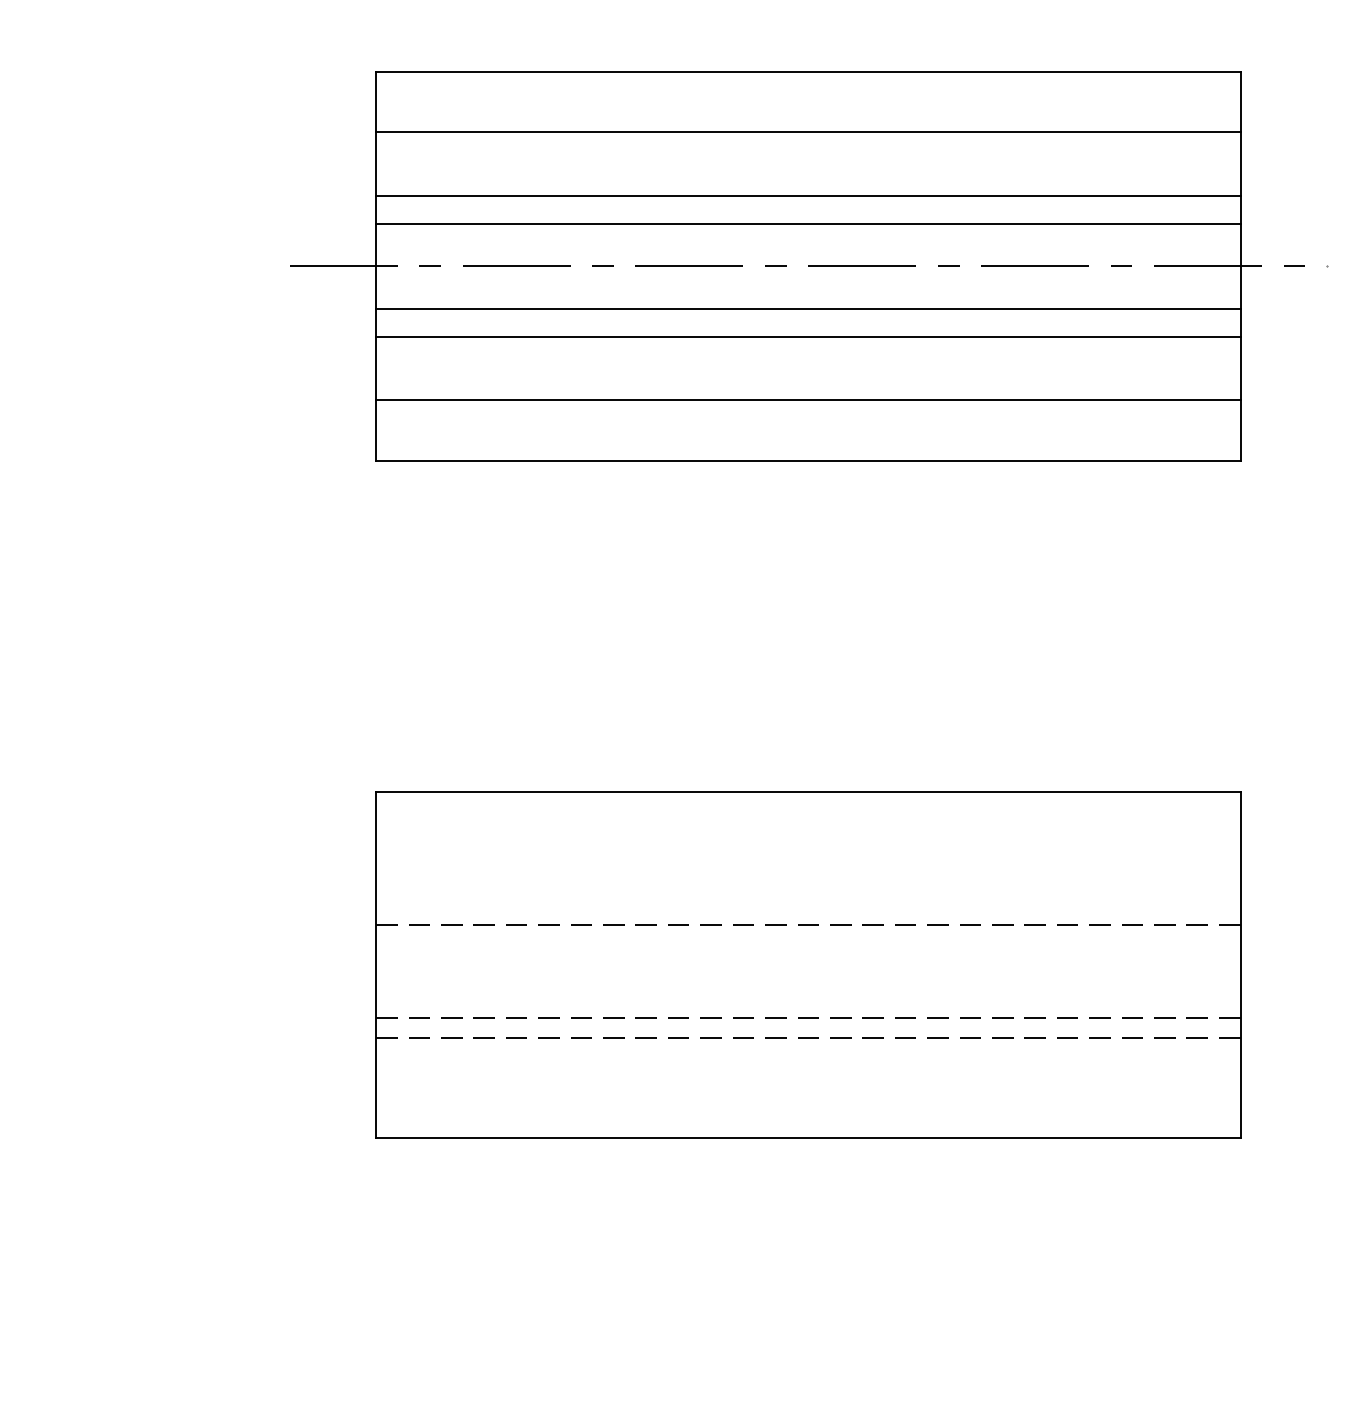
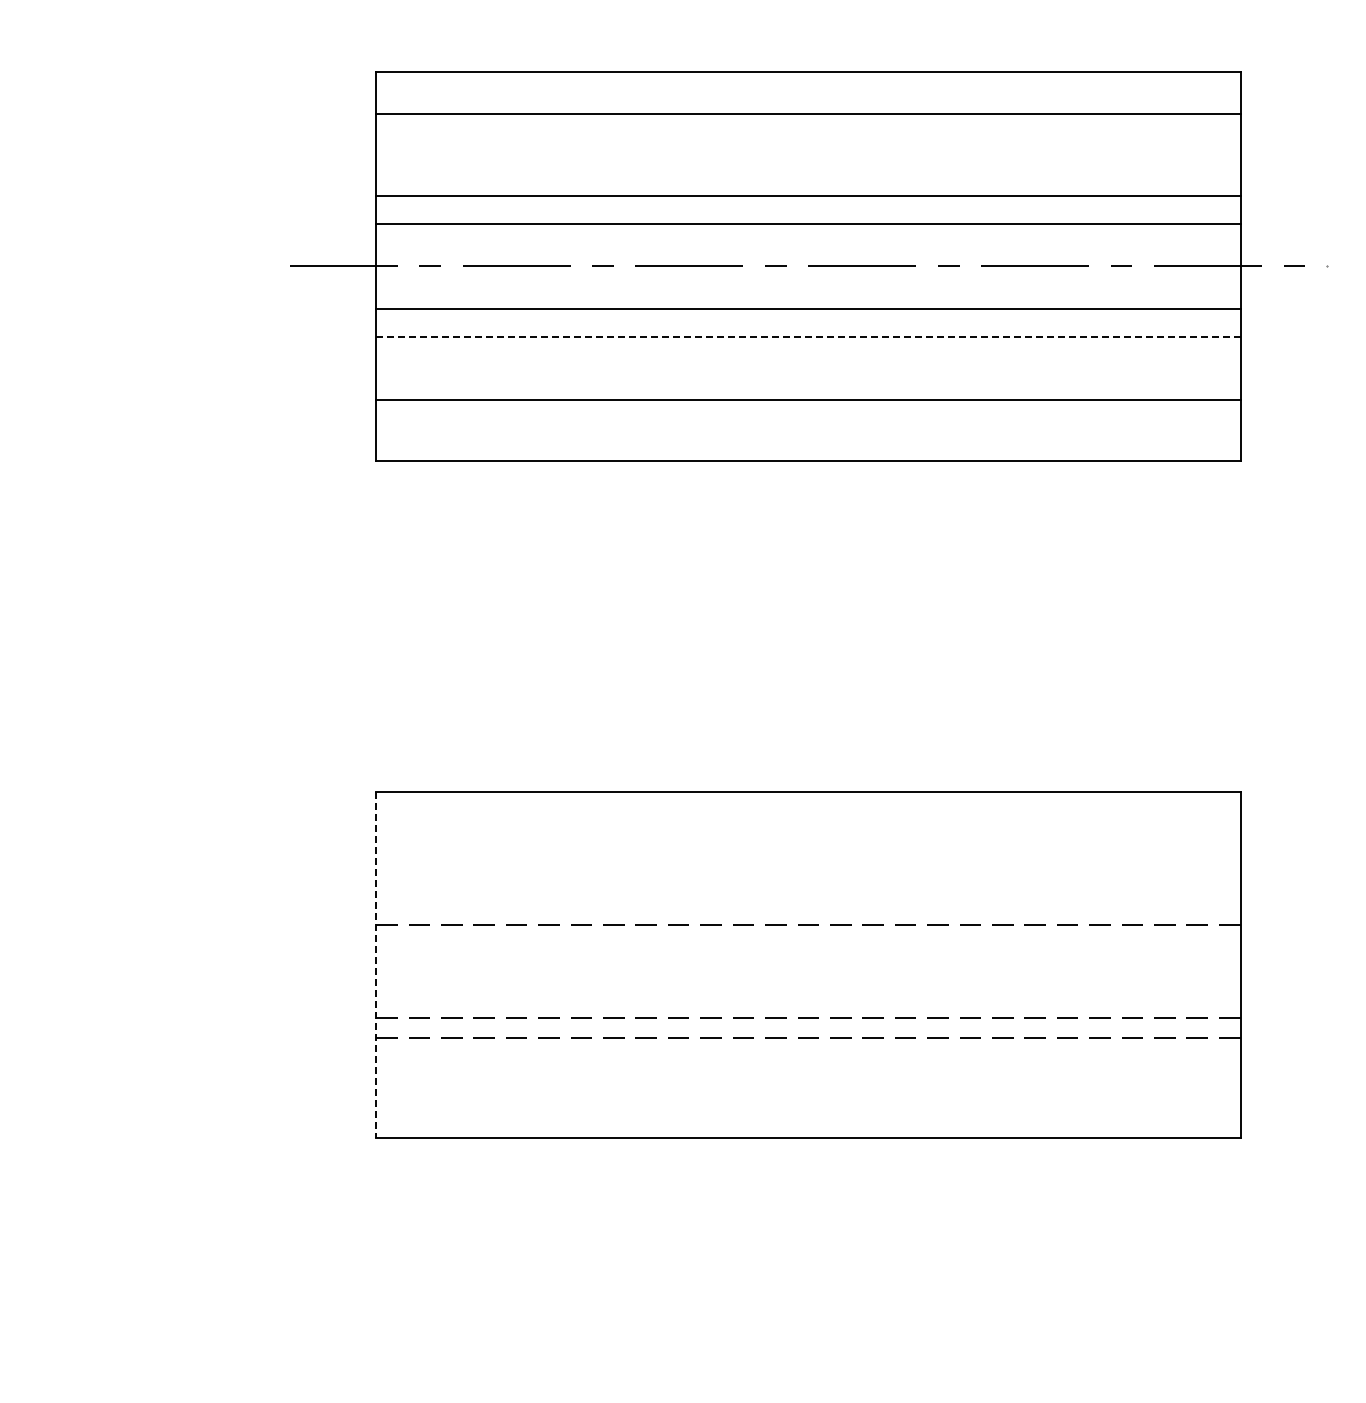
line at (808, 132) position: (808, 132) -> (808, 114)
line at (808, 336): solid -> dashed
line at (376, 965): solid -> dashed
